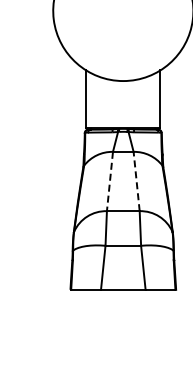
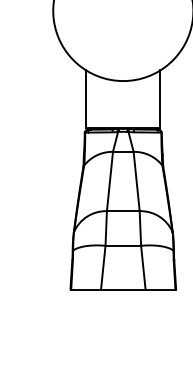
line at (109, 181): dashed -> solid
line at (136, 181): dashed -> solid
